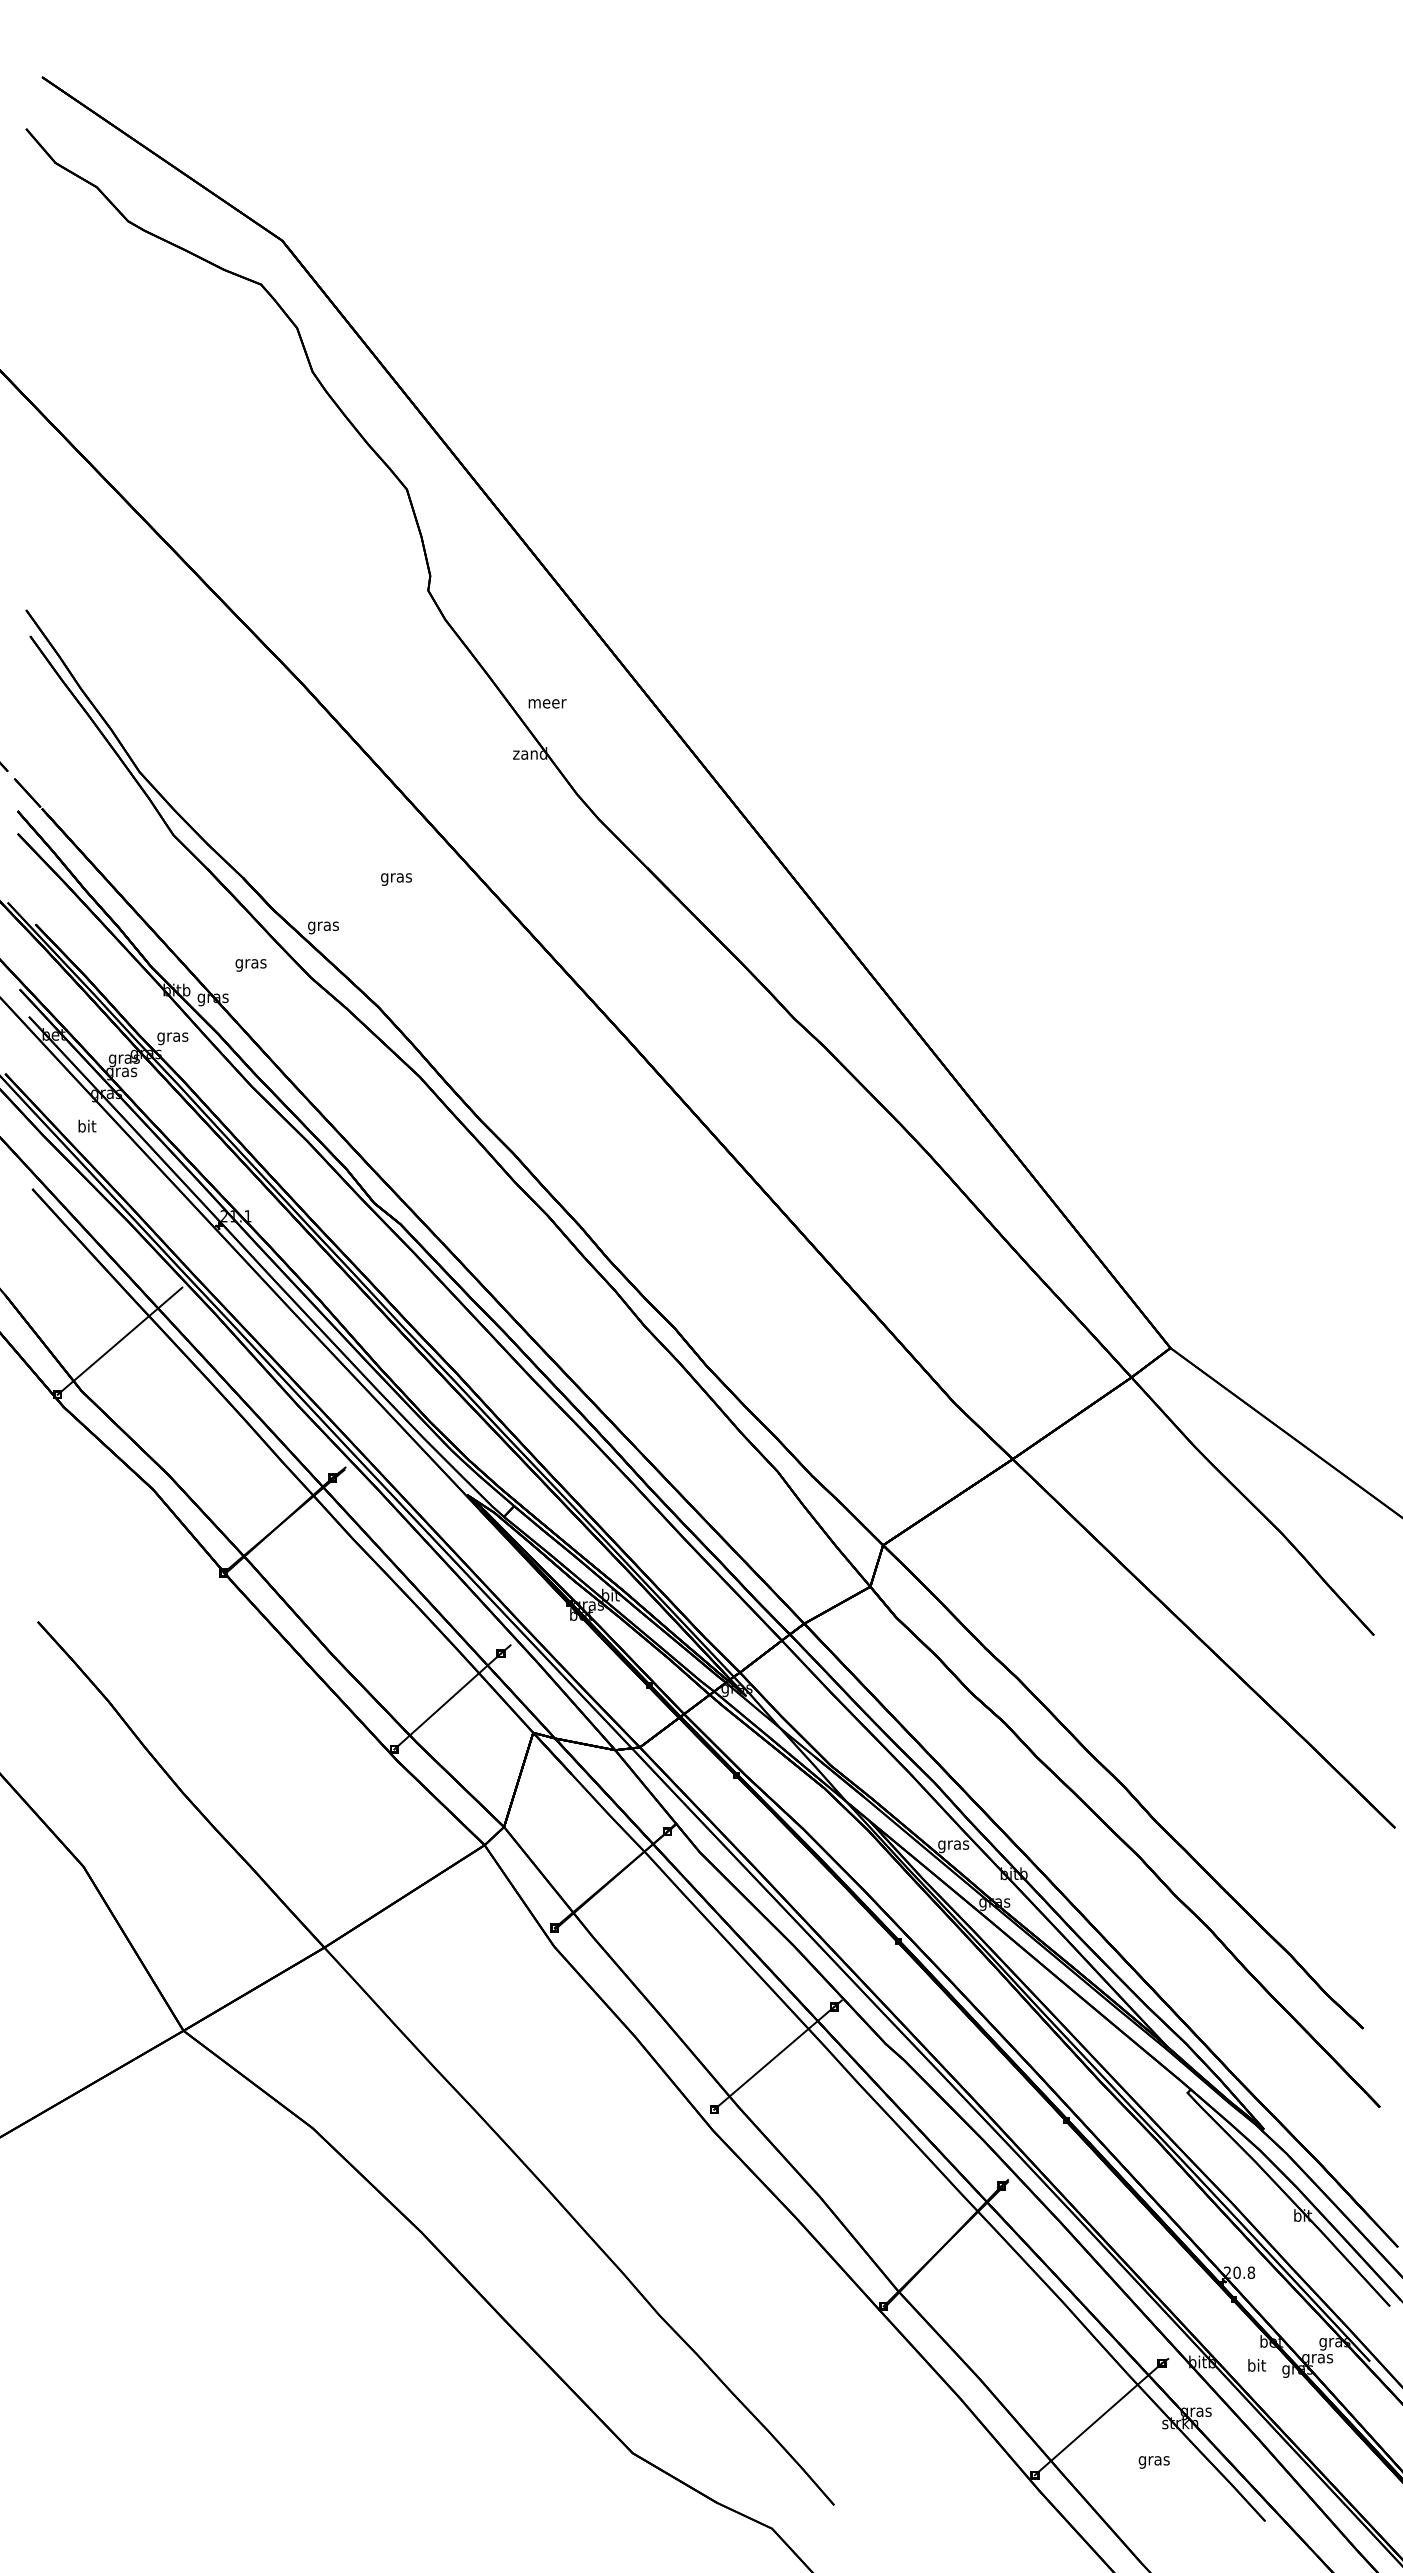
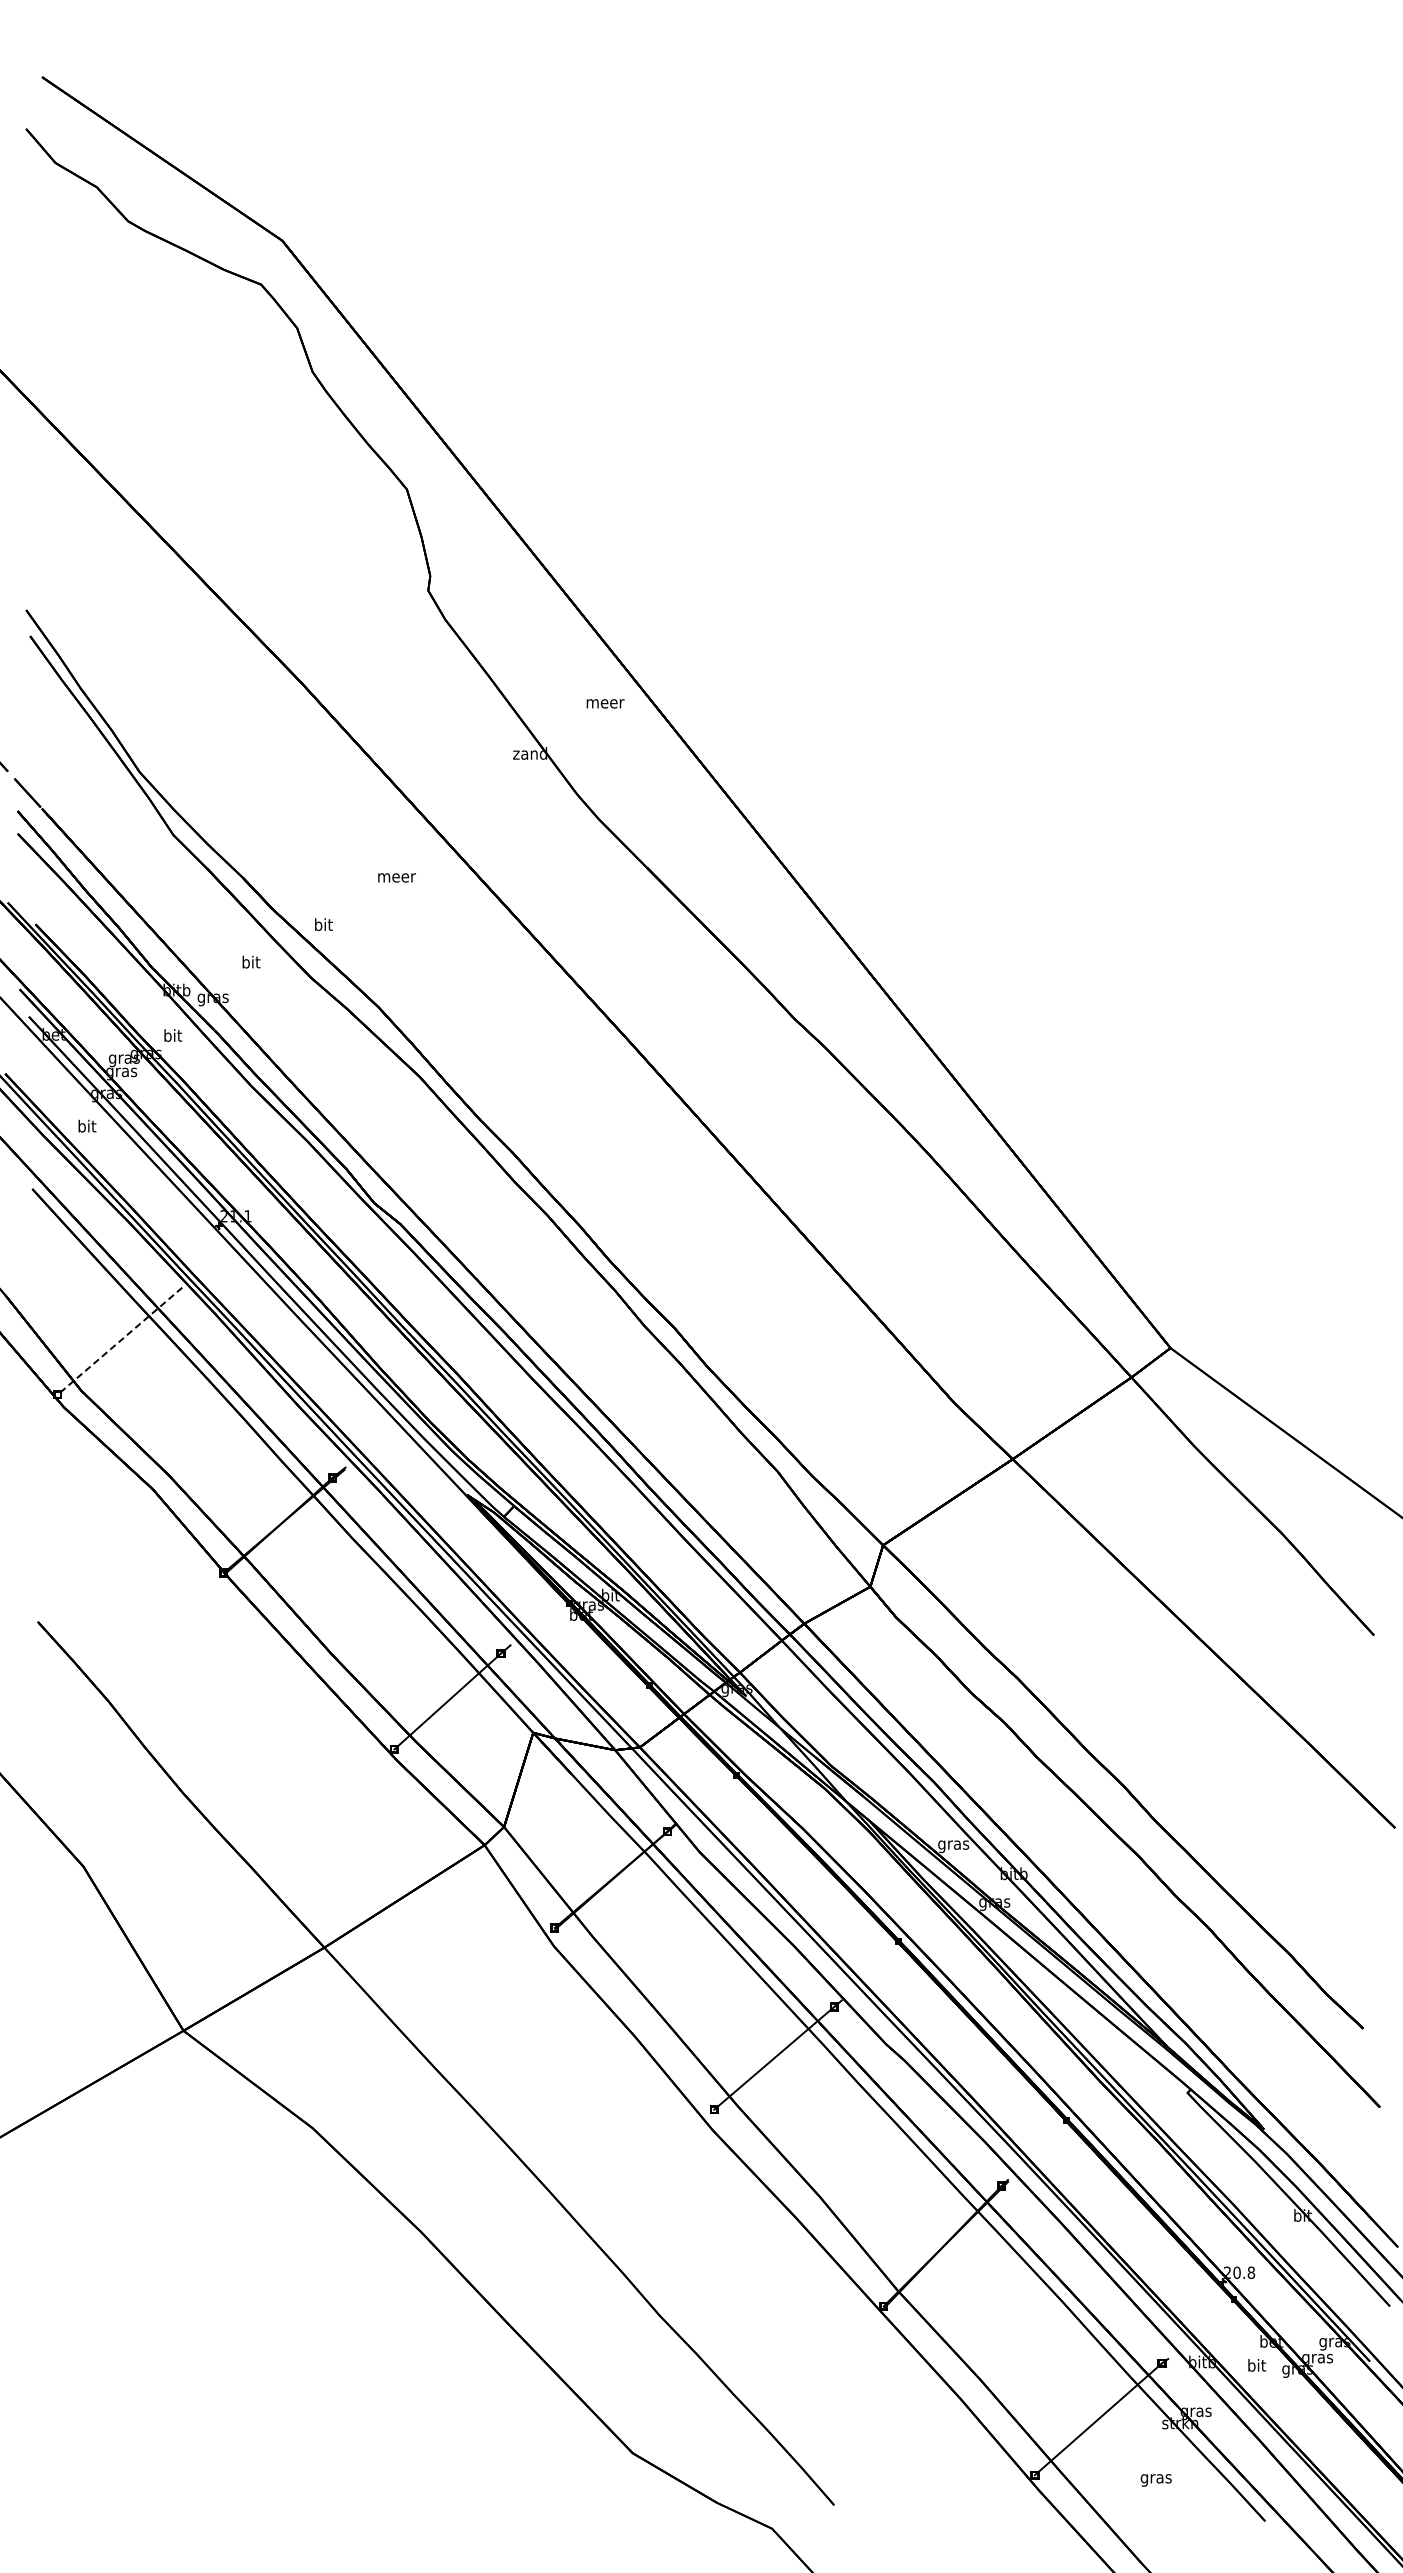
text at (547, 703) position: (547, 703) -> (605, 703)
text at (396, 879): gras -> meer
text at (323, 926): gras -> bit
text at (250, 963): gras -> bit
text at (172, 1037): gras -> bit
line at (119, 1341): solid -> dashed
text at (1153, 2462) position: (1153, 2462) -> (1155, 2480)
